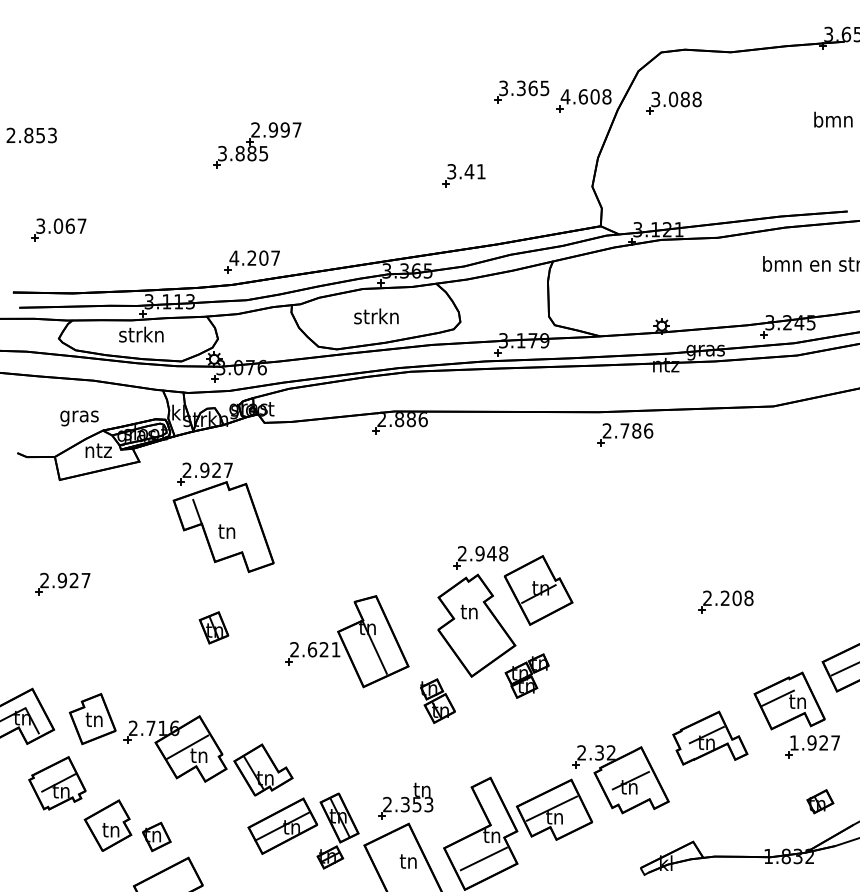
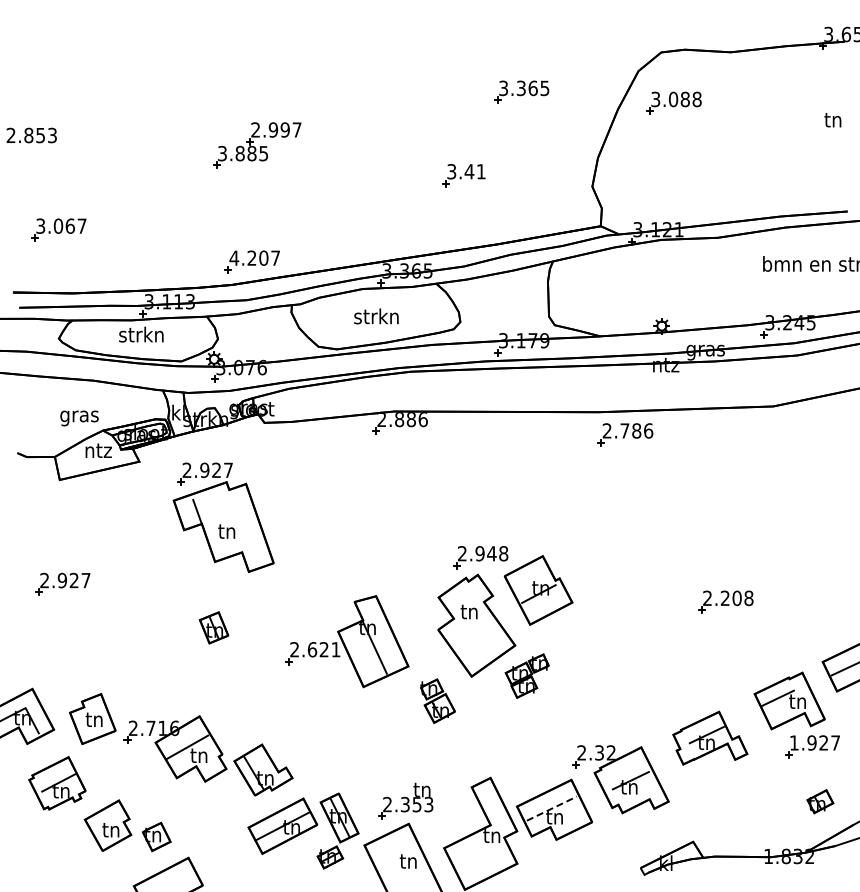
part at (583, 100): present -> none
text at (833, 119): bmn -> tn
line at (551, 808): solid -> dashed
line at (483, 858): present -> none
